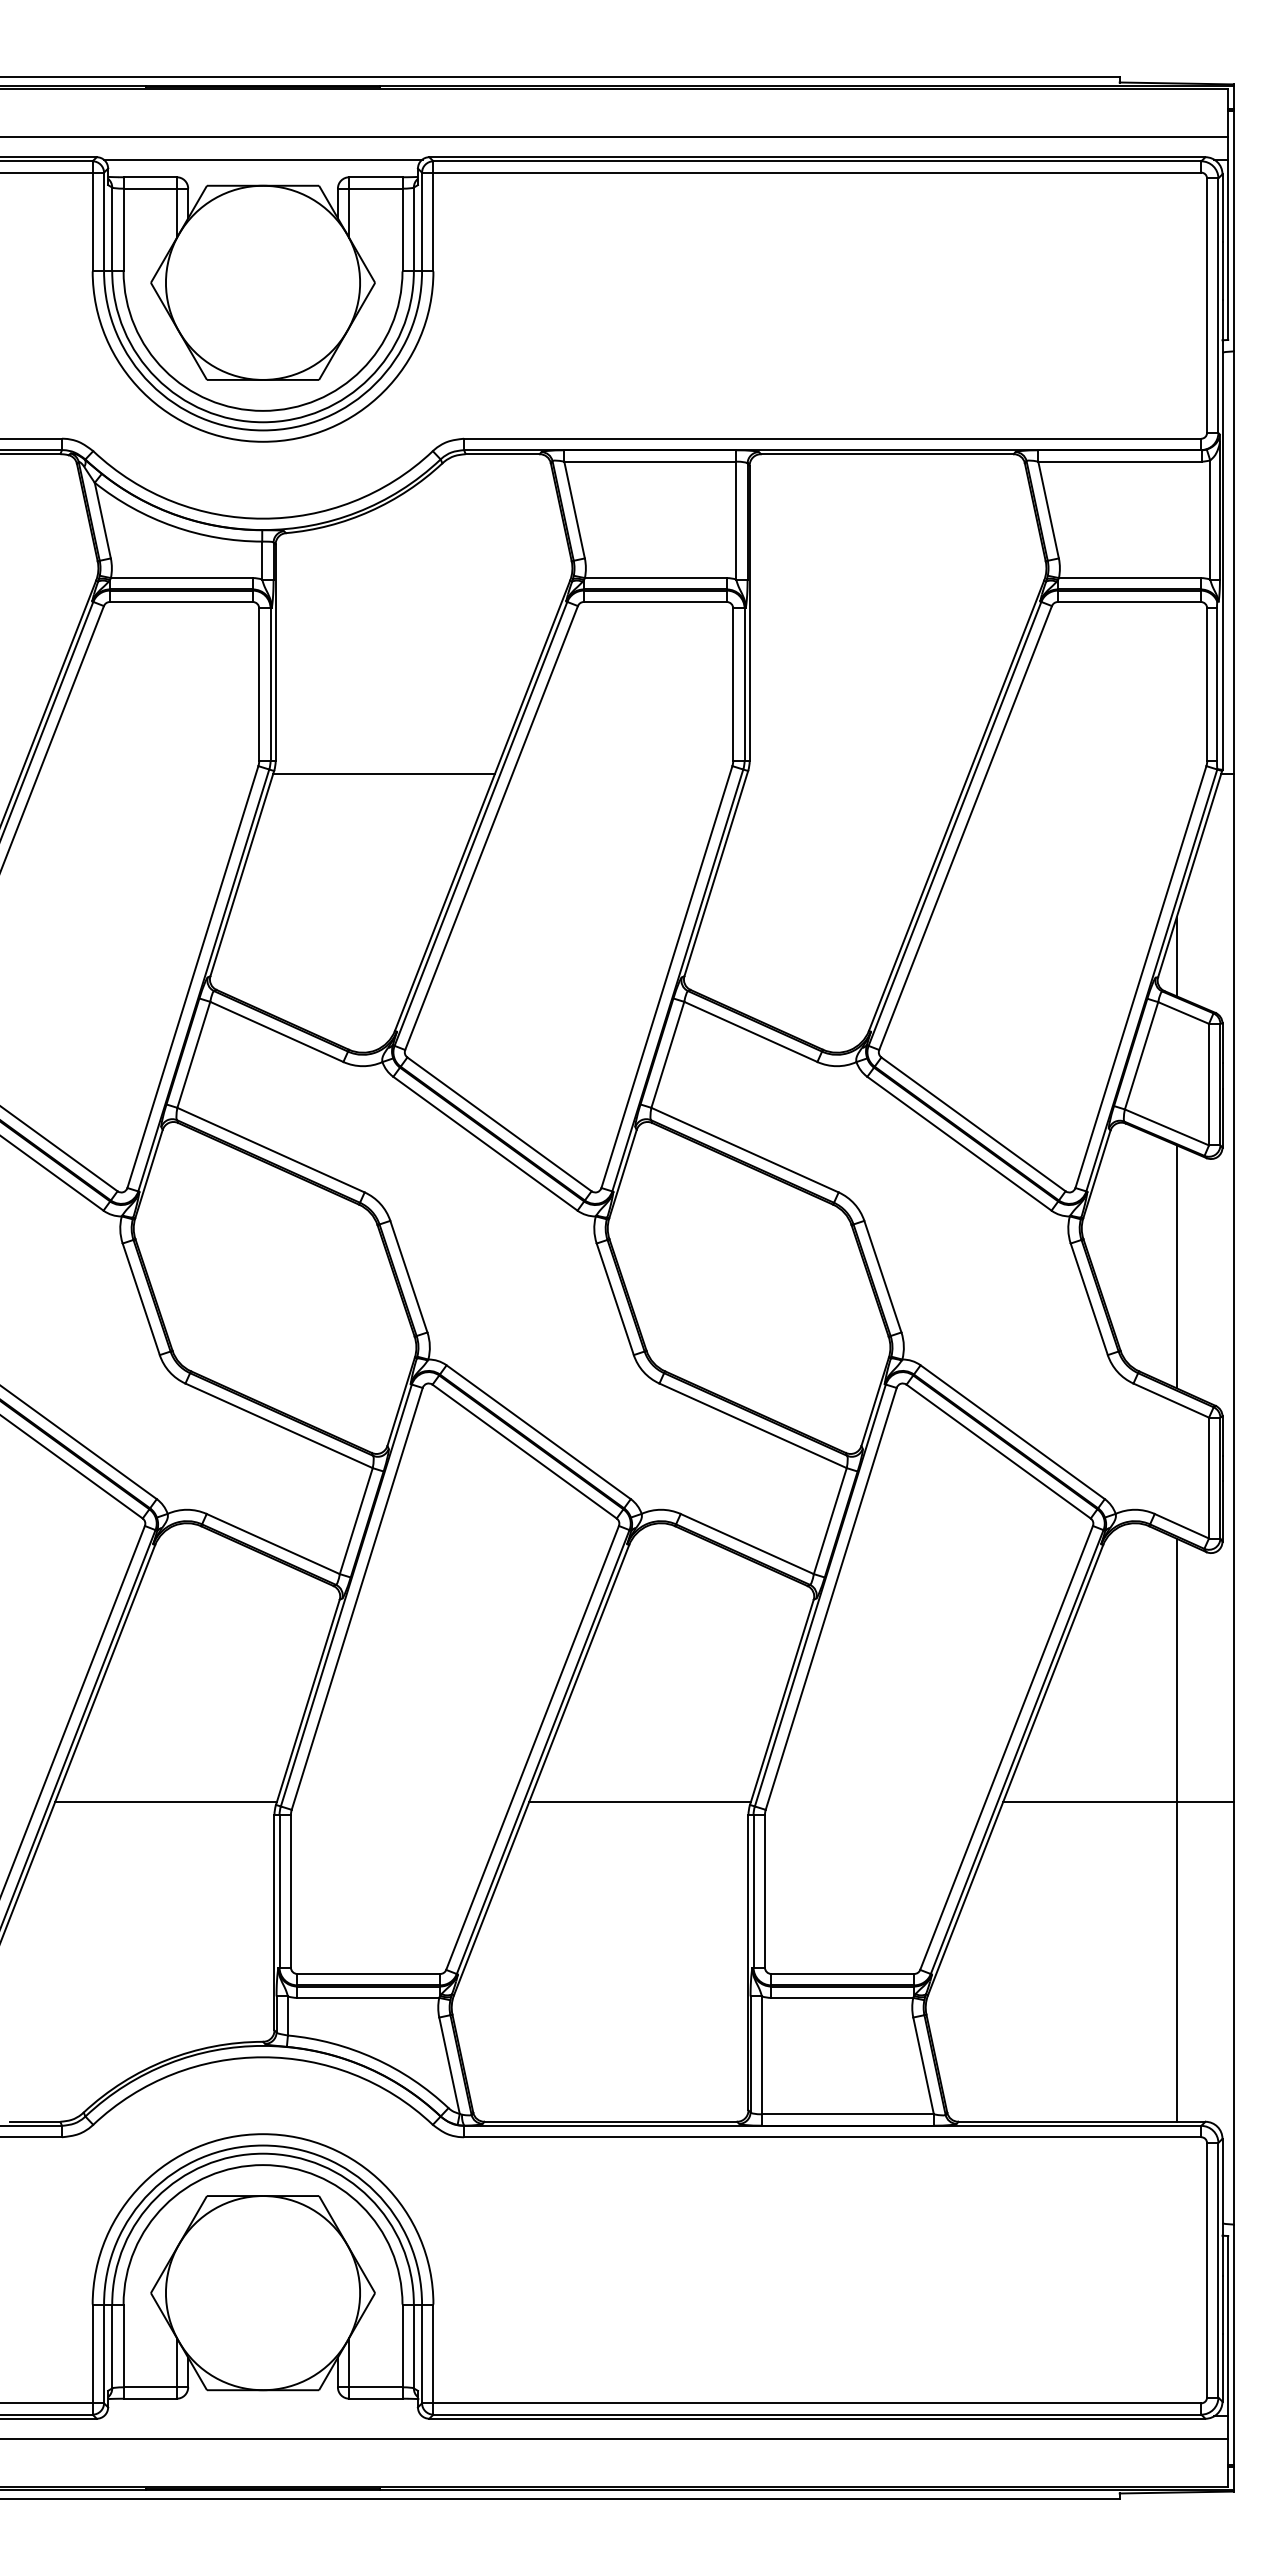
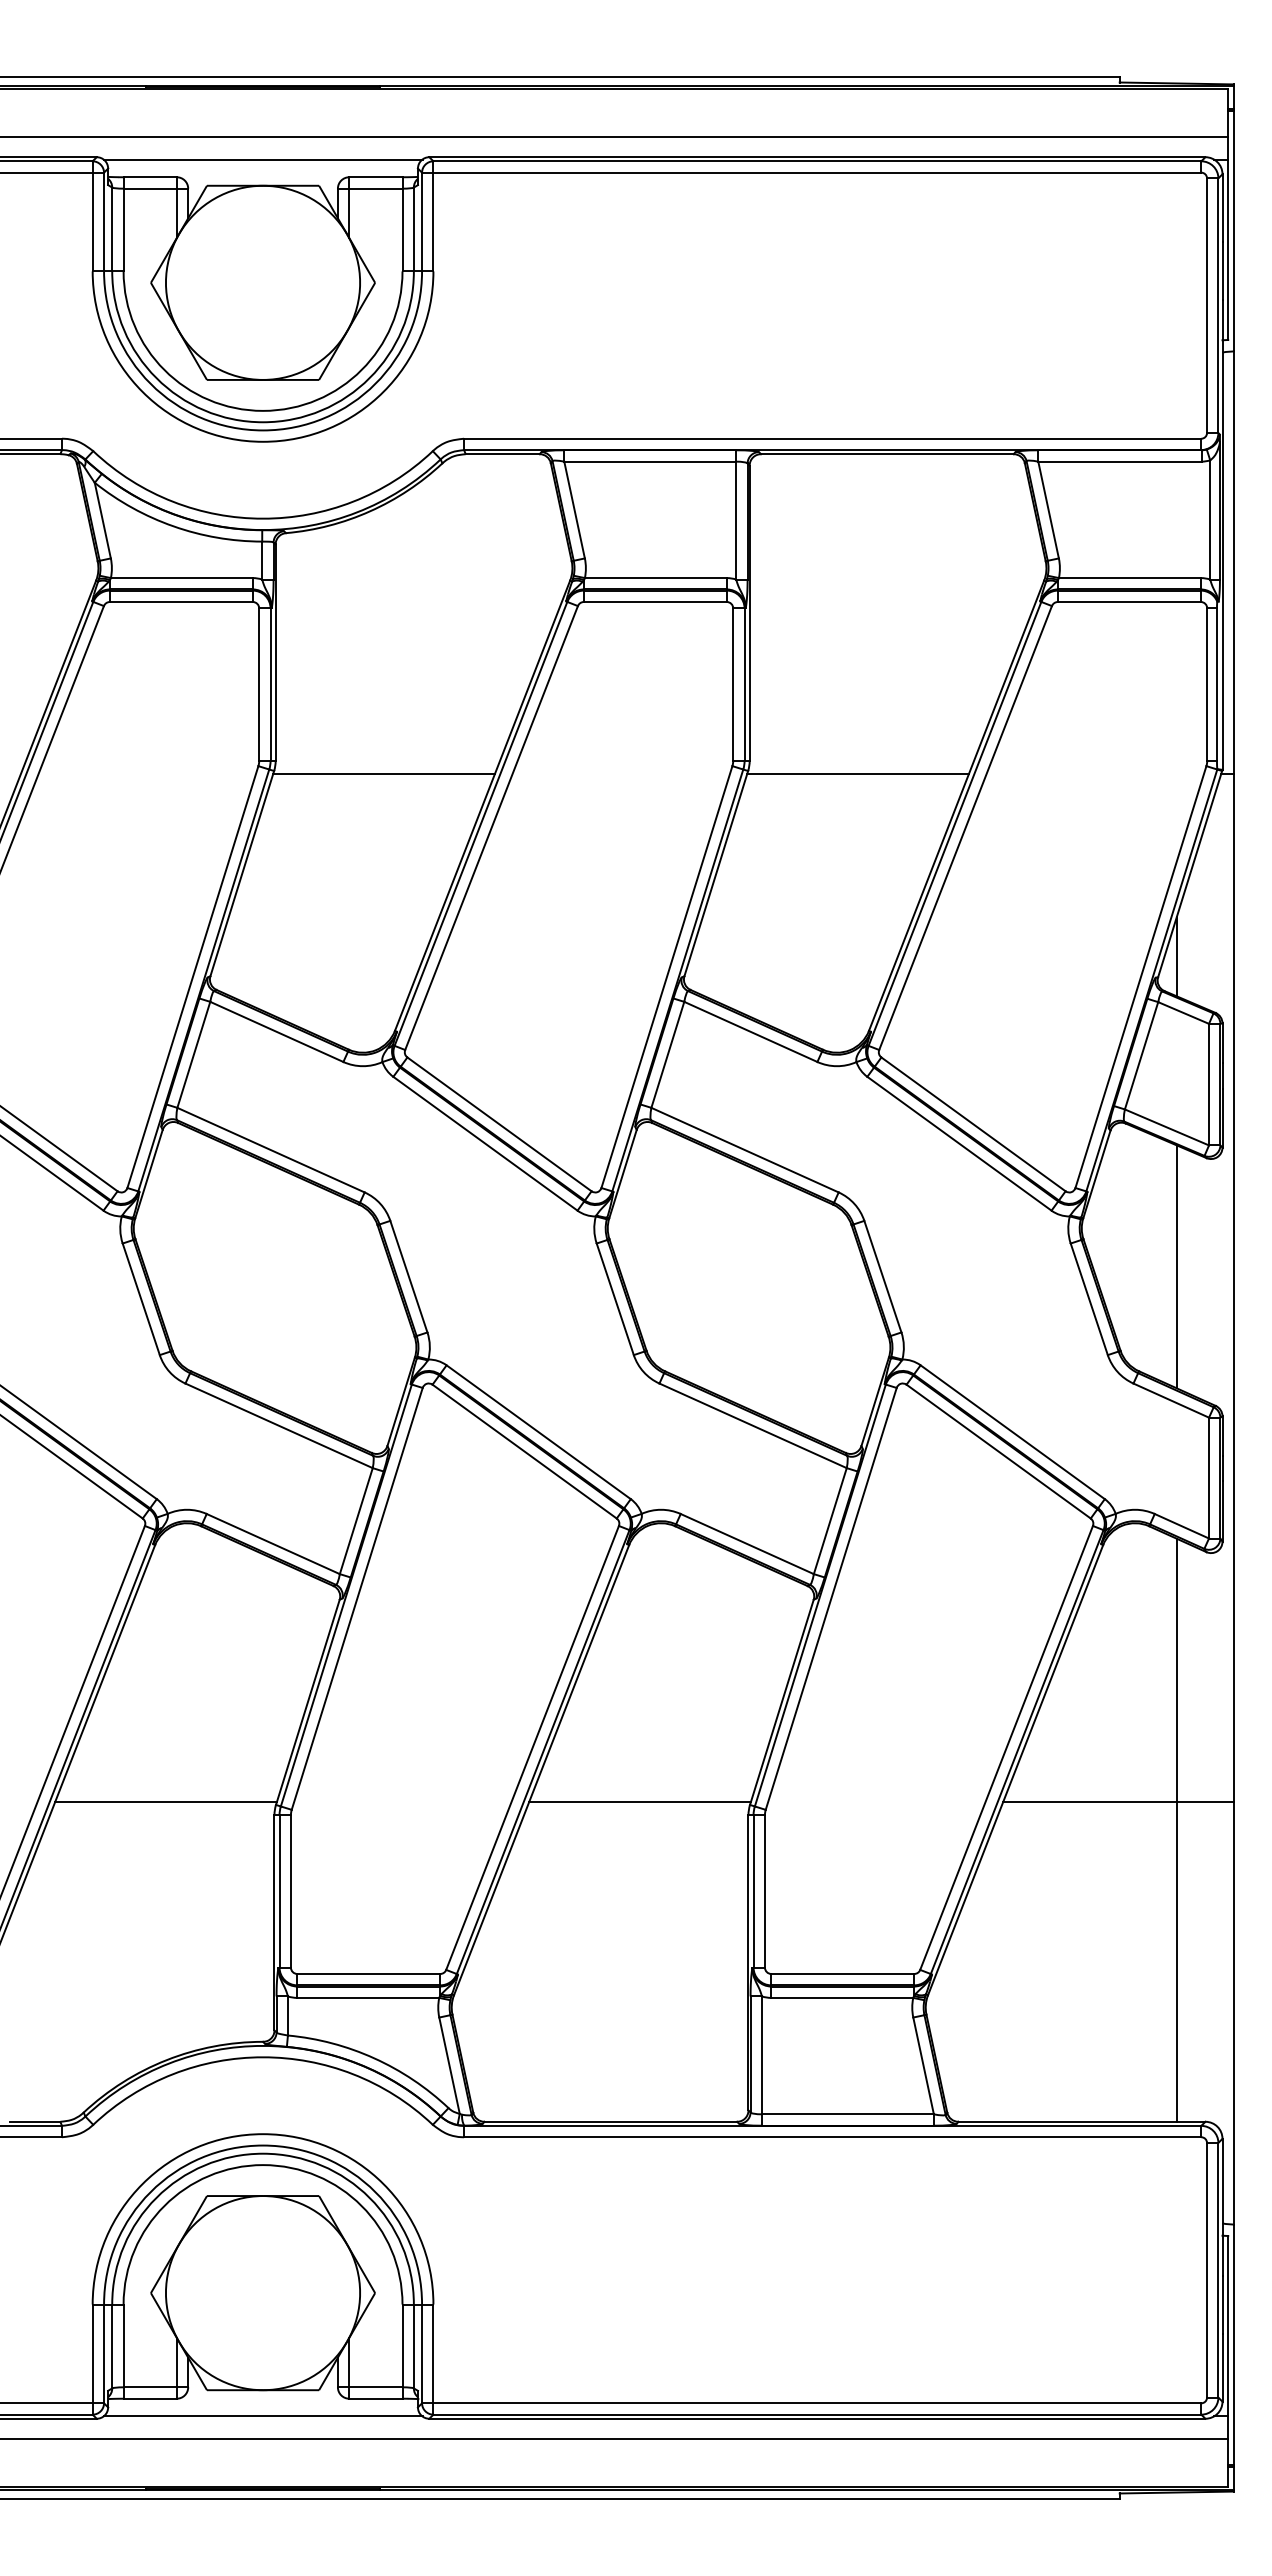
line at (857, 774): none -> present
line at (262, 2416): none -> present
